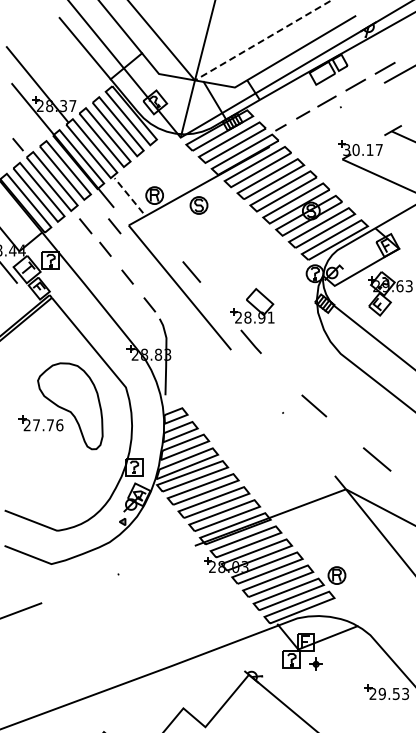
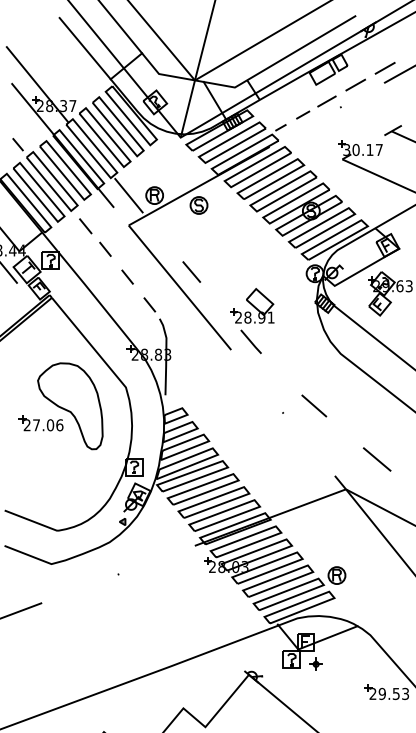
line at (262, 40): dashed -> solid
line at (128, 195): dashed -> solid
line at (114, 226): present -> none
text at (50, 425): 27.76 -> 27.06
